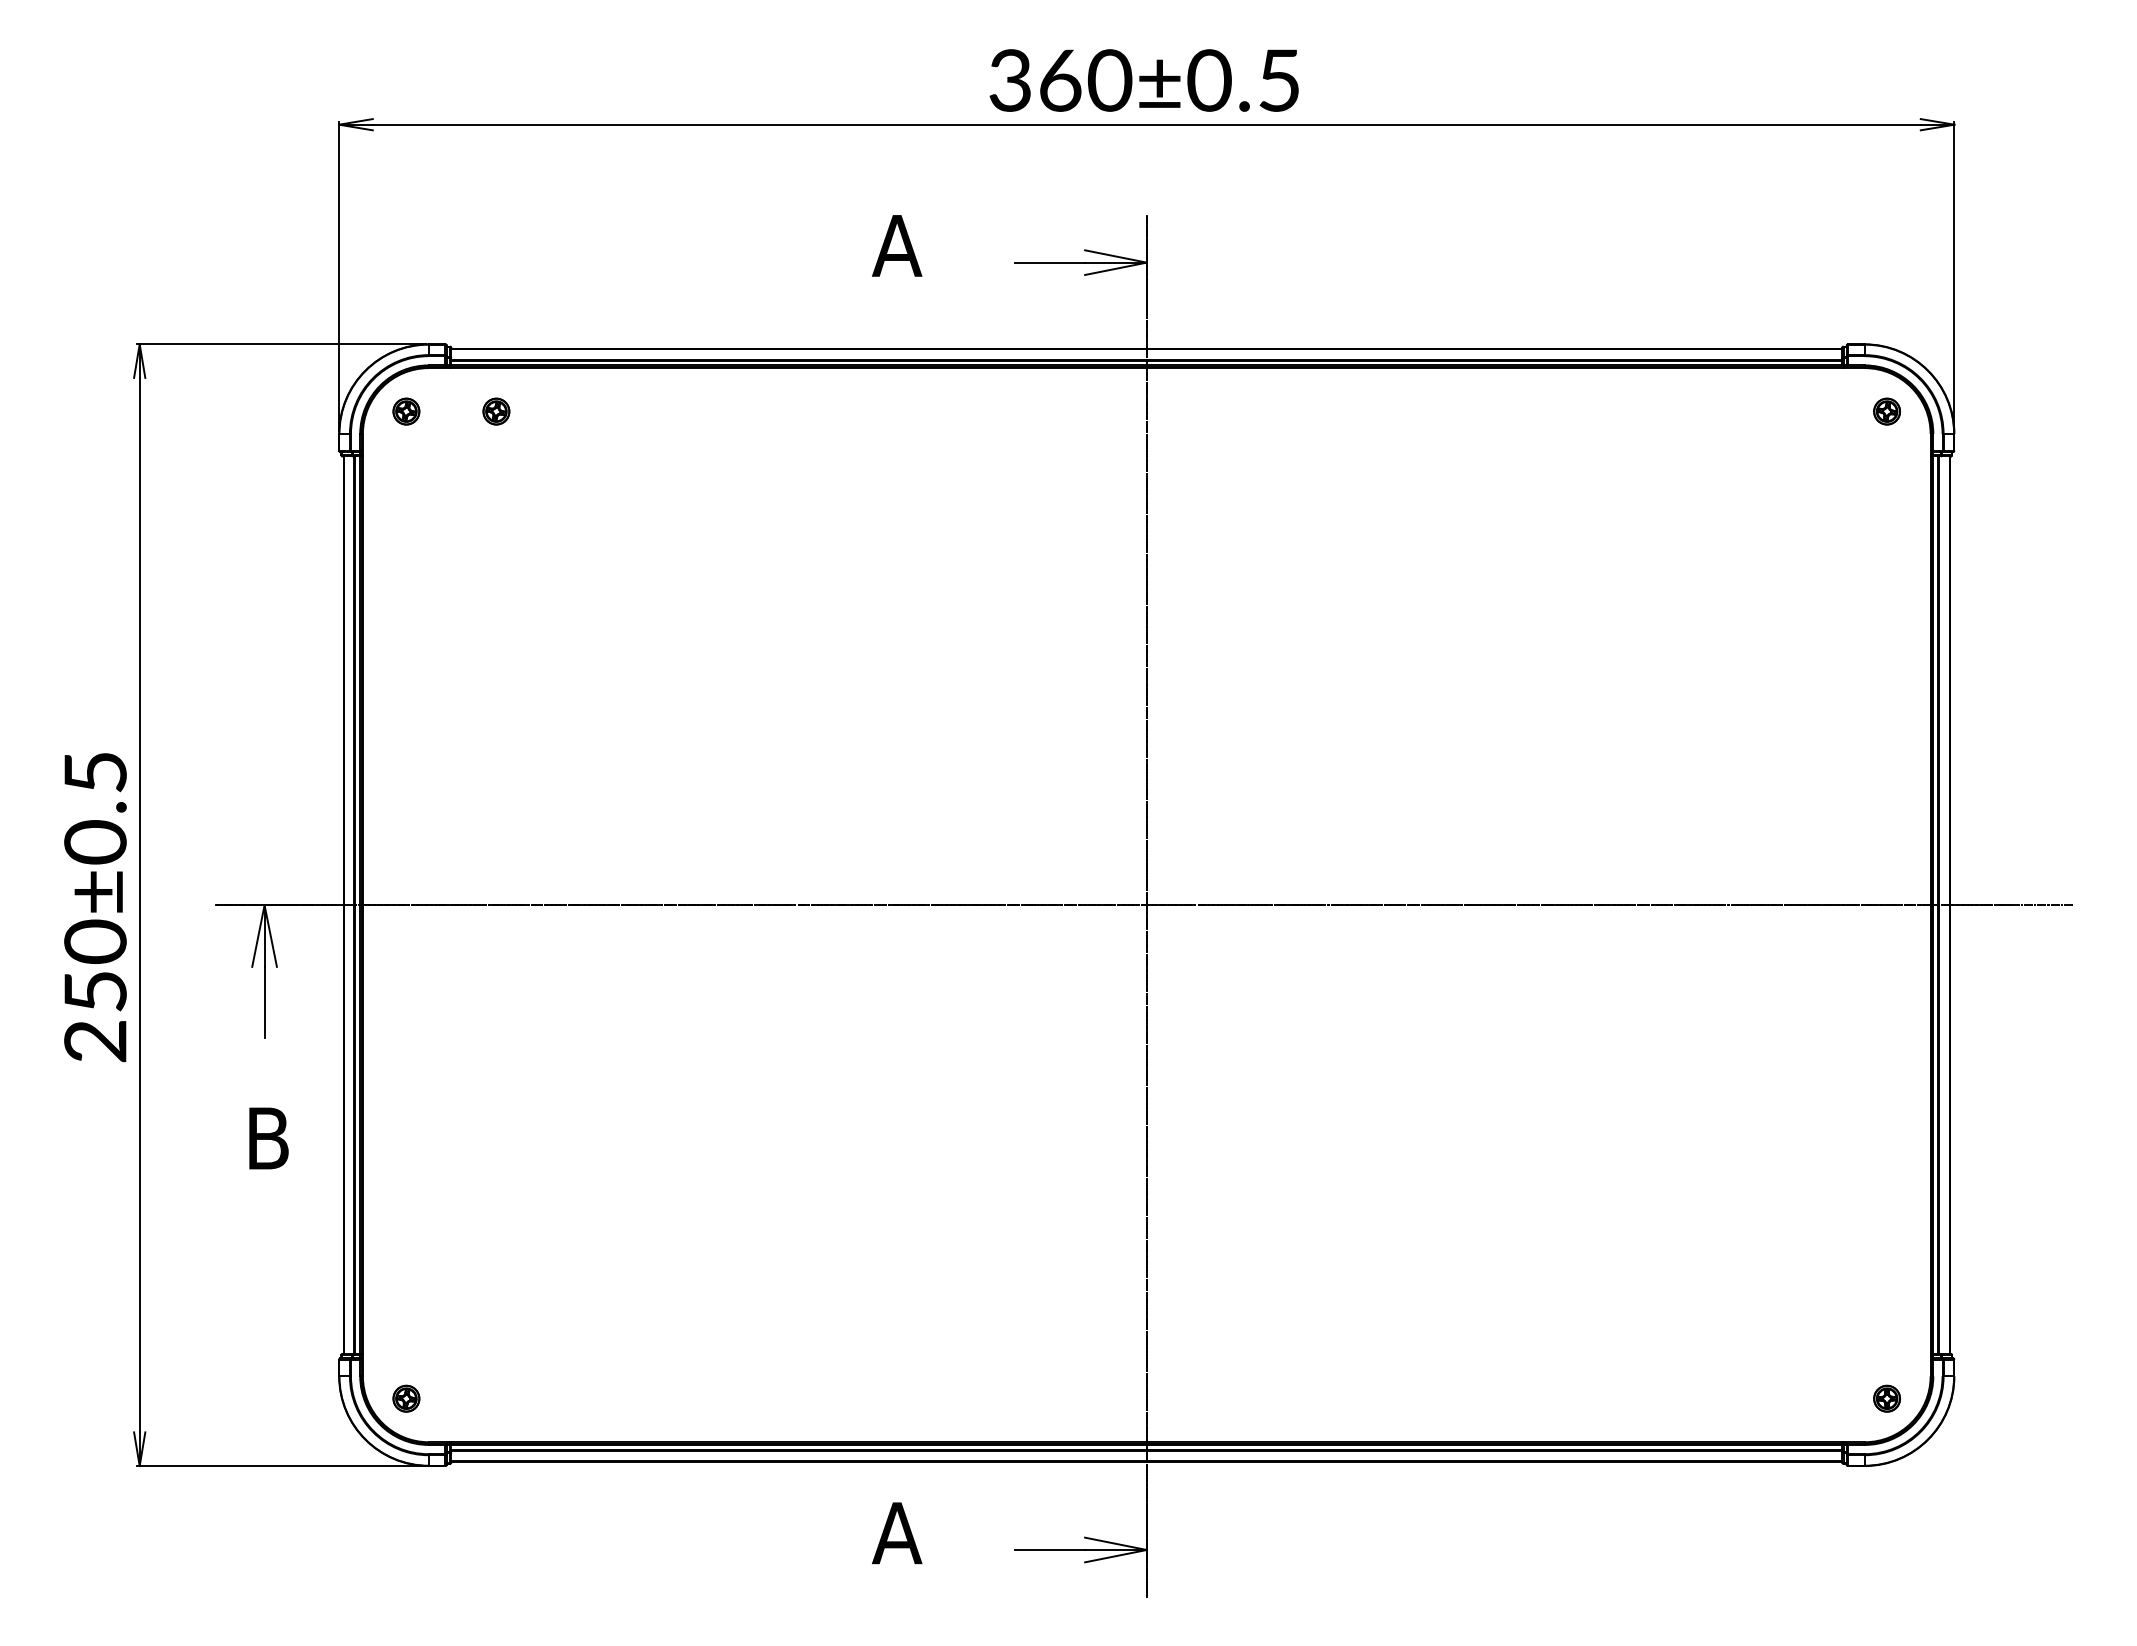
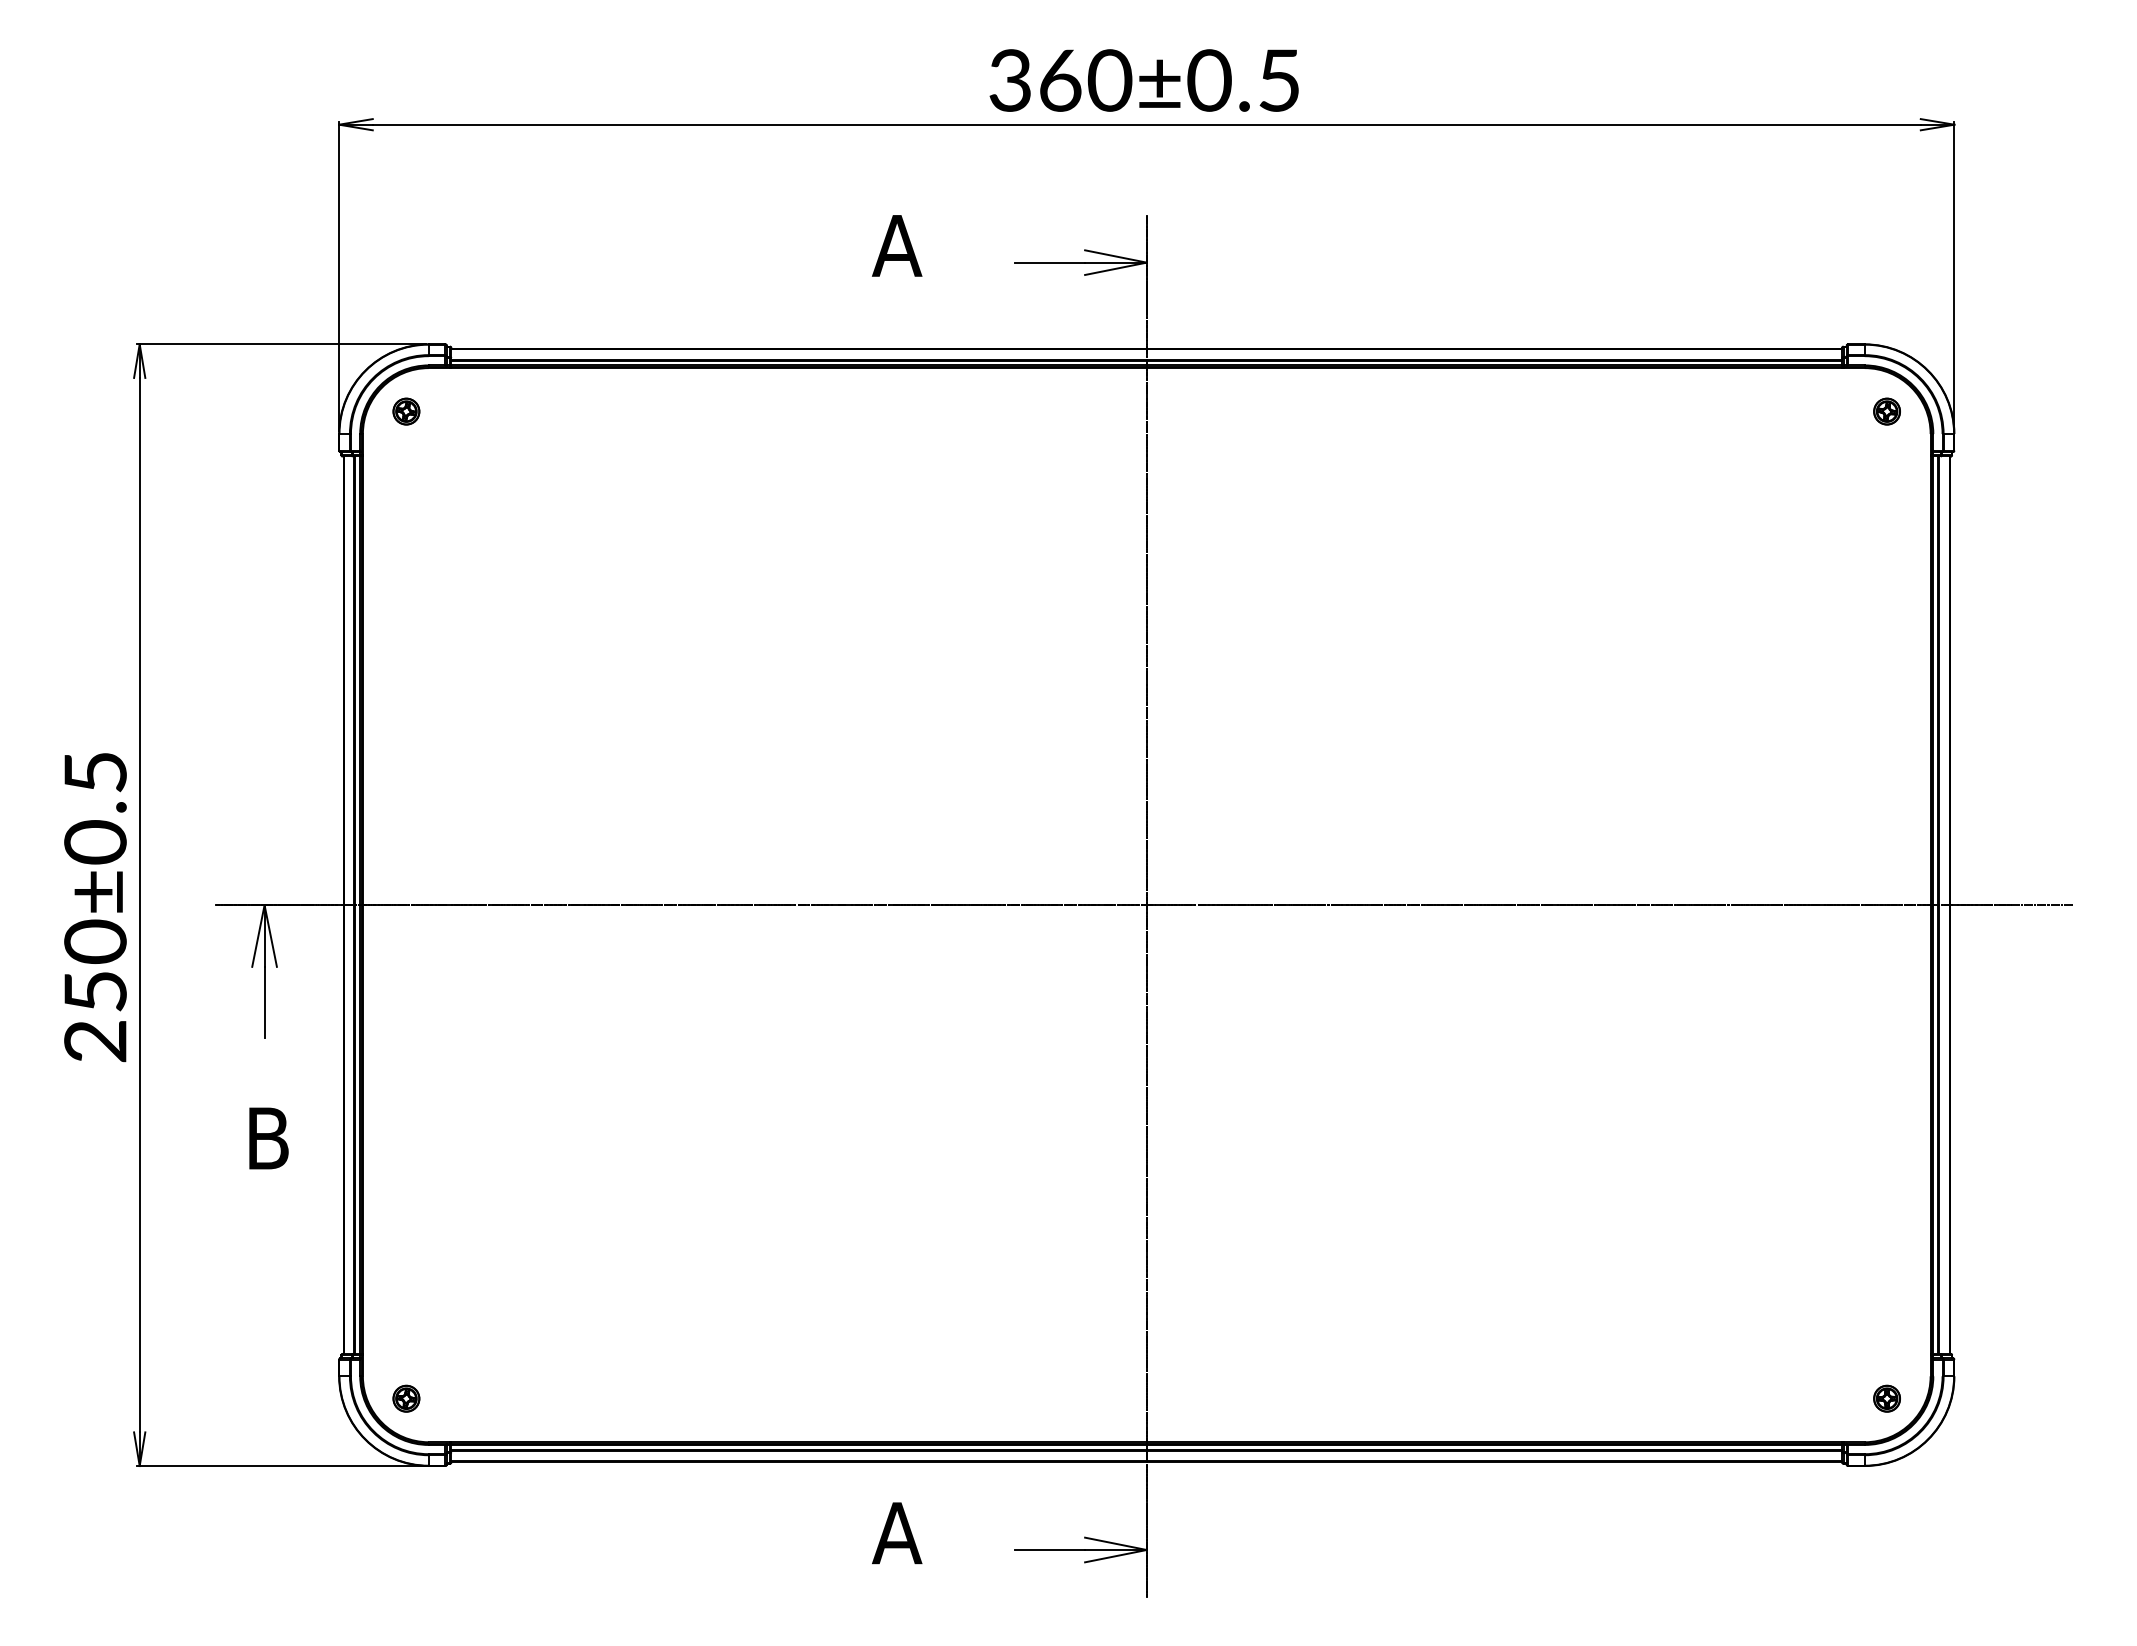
part at (496, 411): present -> none
